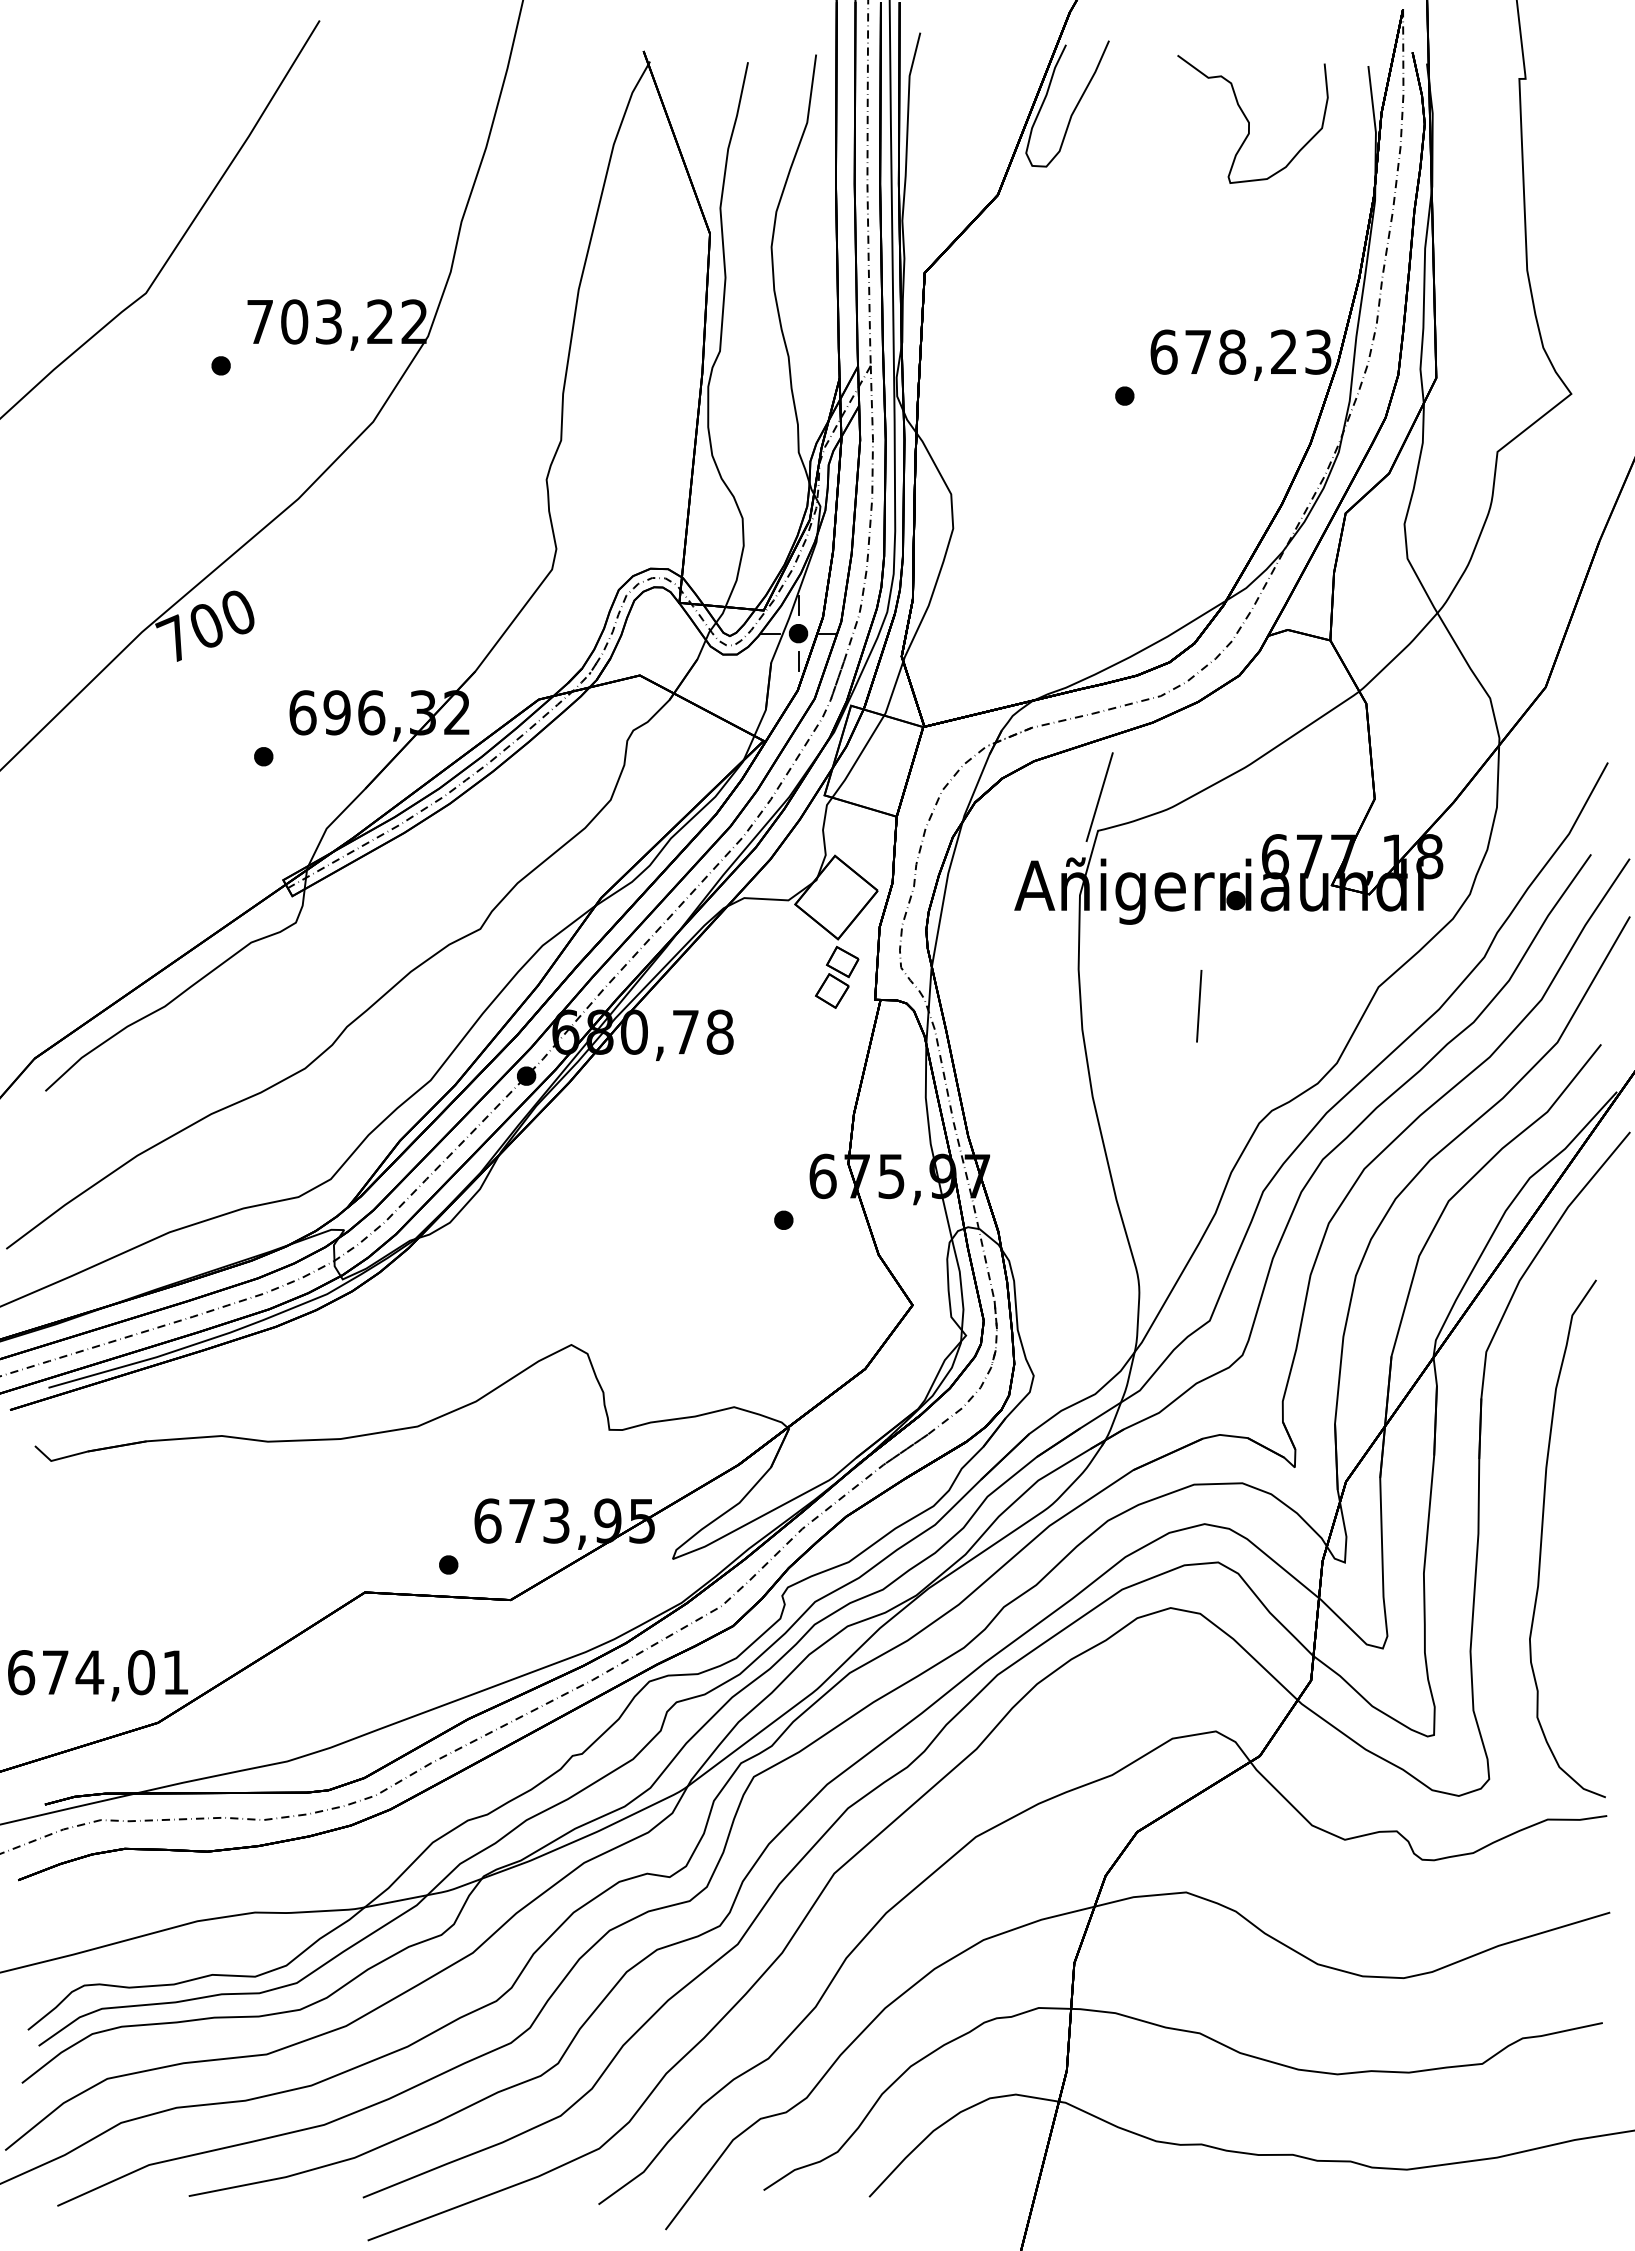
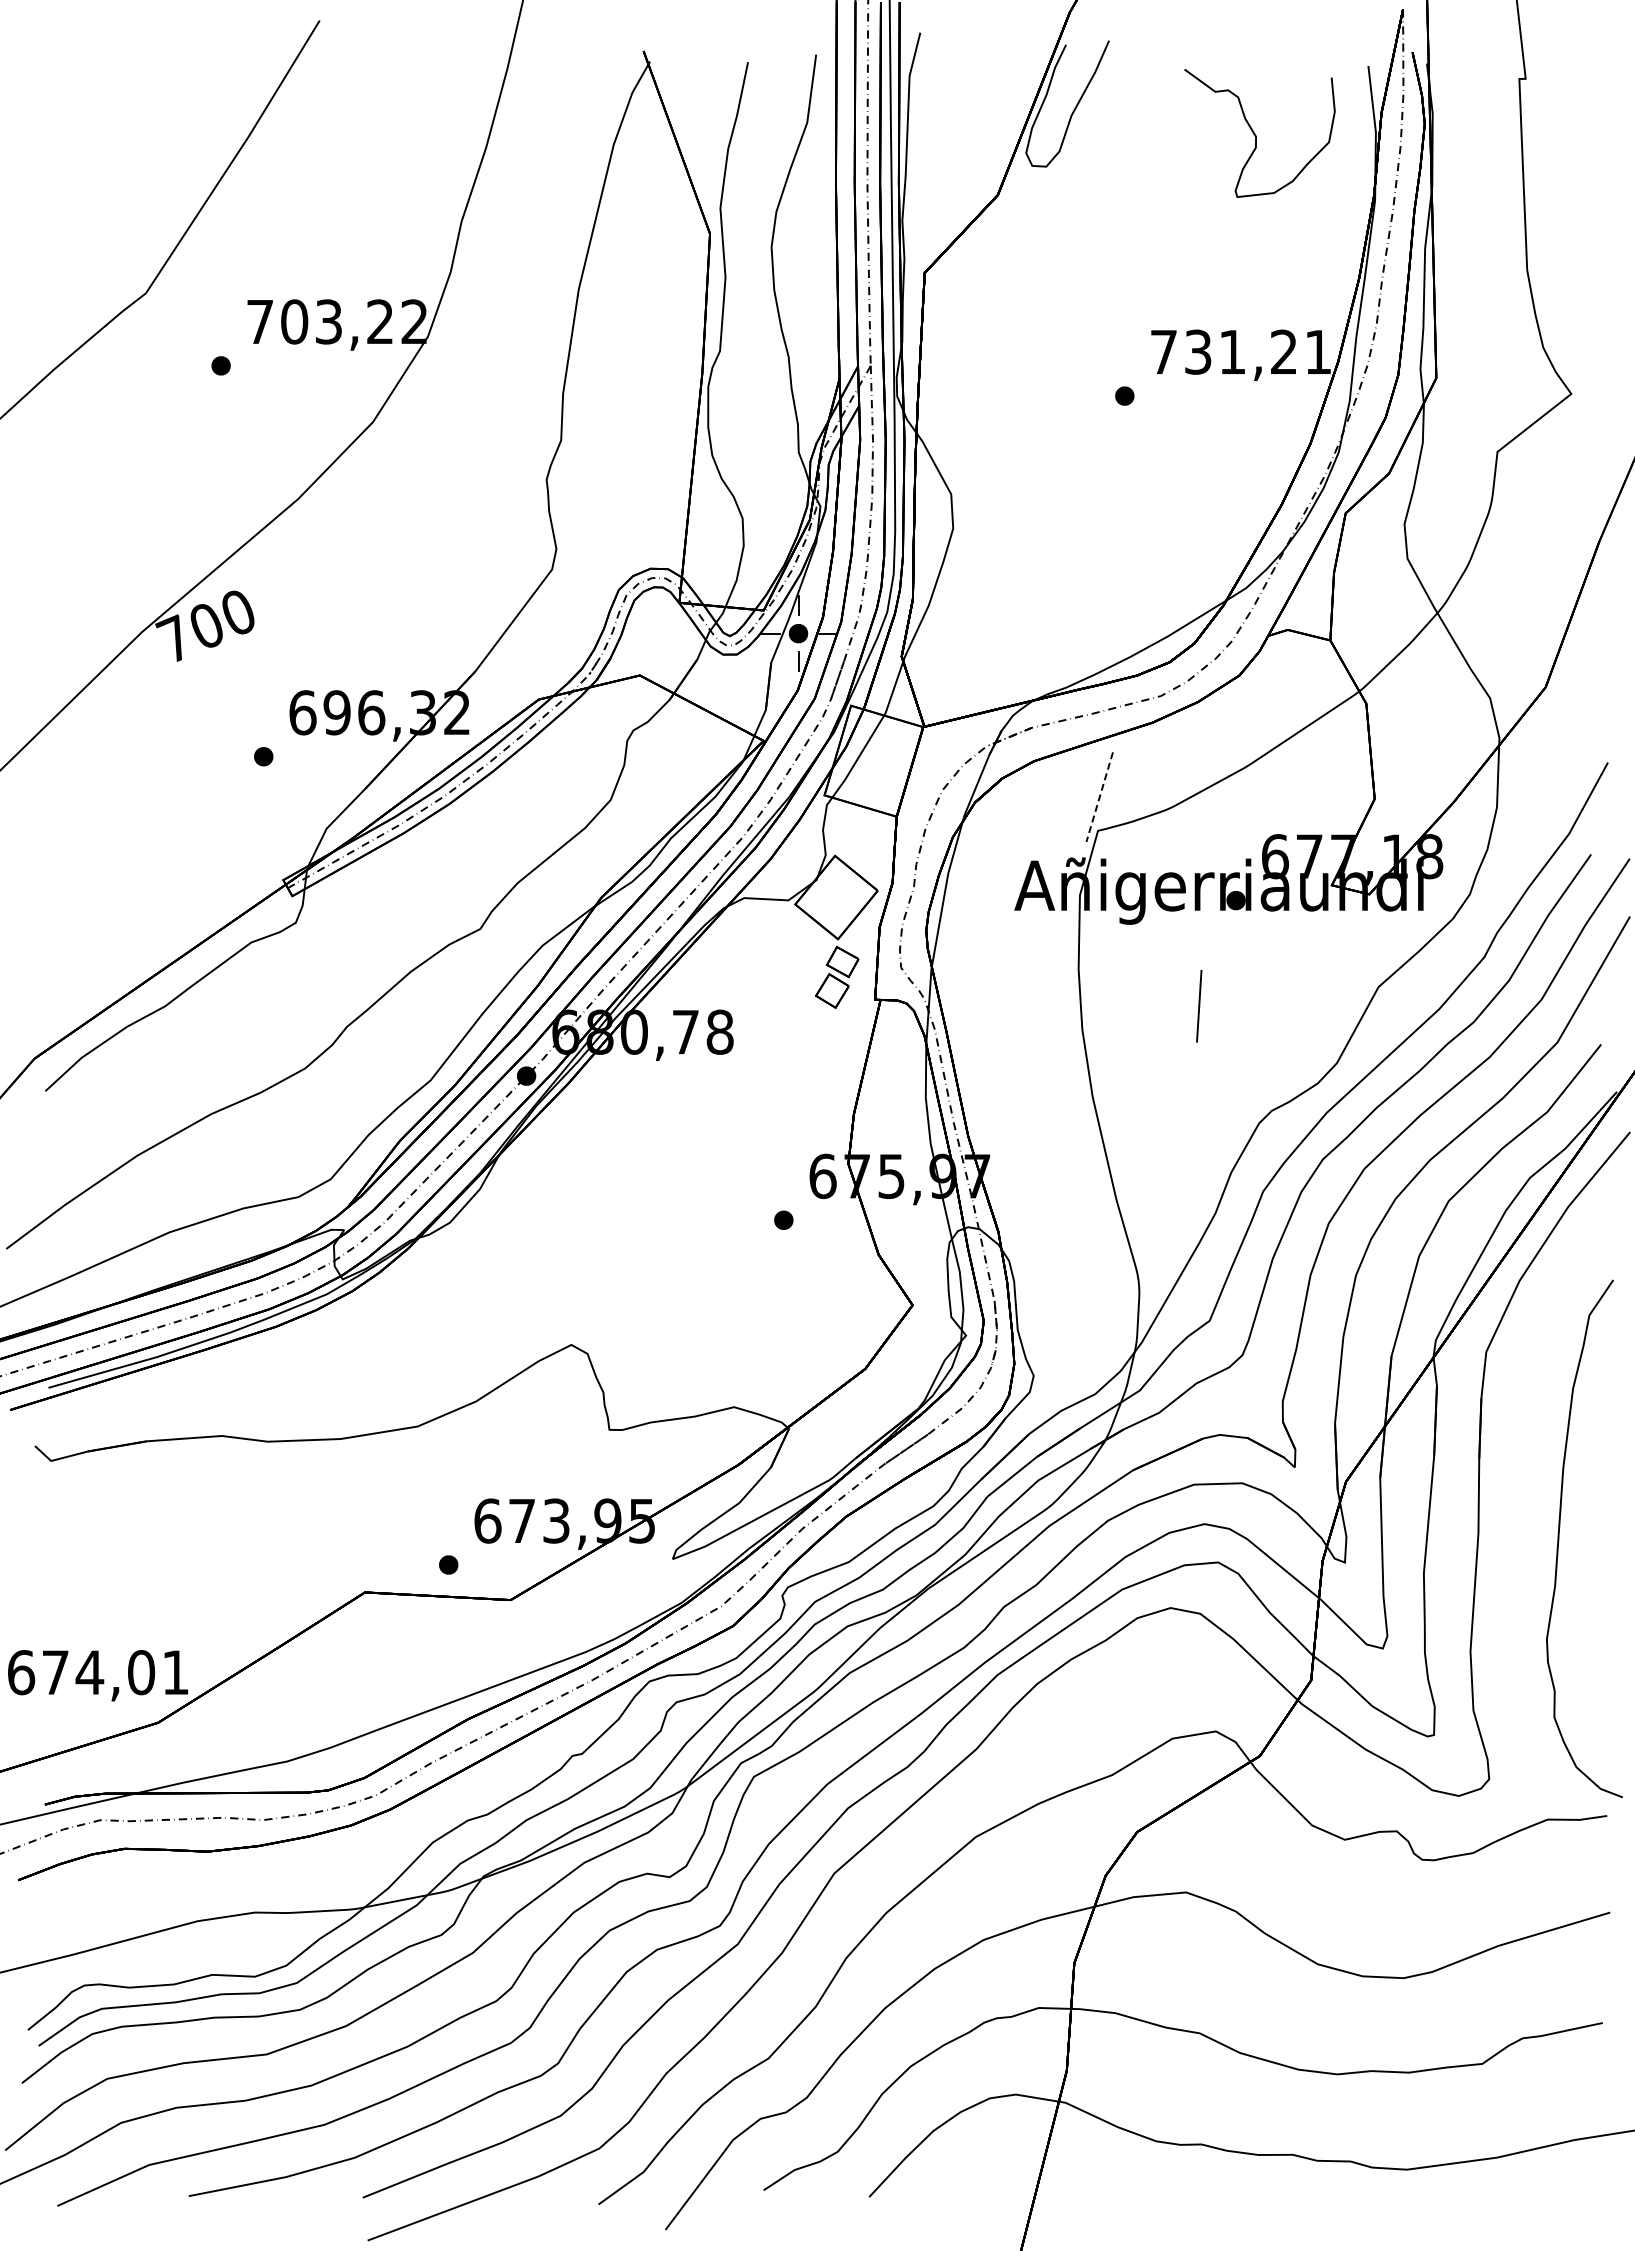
curve at (1249, 121) position: (1249, 121) -> (1256, 135)
text at (1240, 351): 678,23 -> 731,21
line at (1099, 797): solid -> dashed
curve at (1542, 1538) position: (1542, 1538) -> (1559, 1538)
